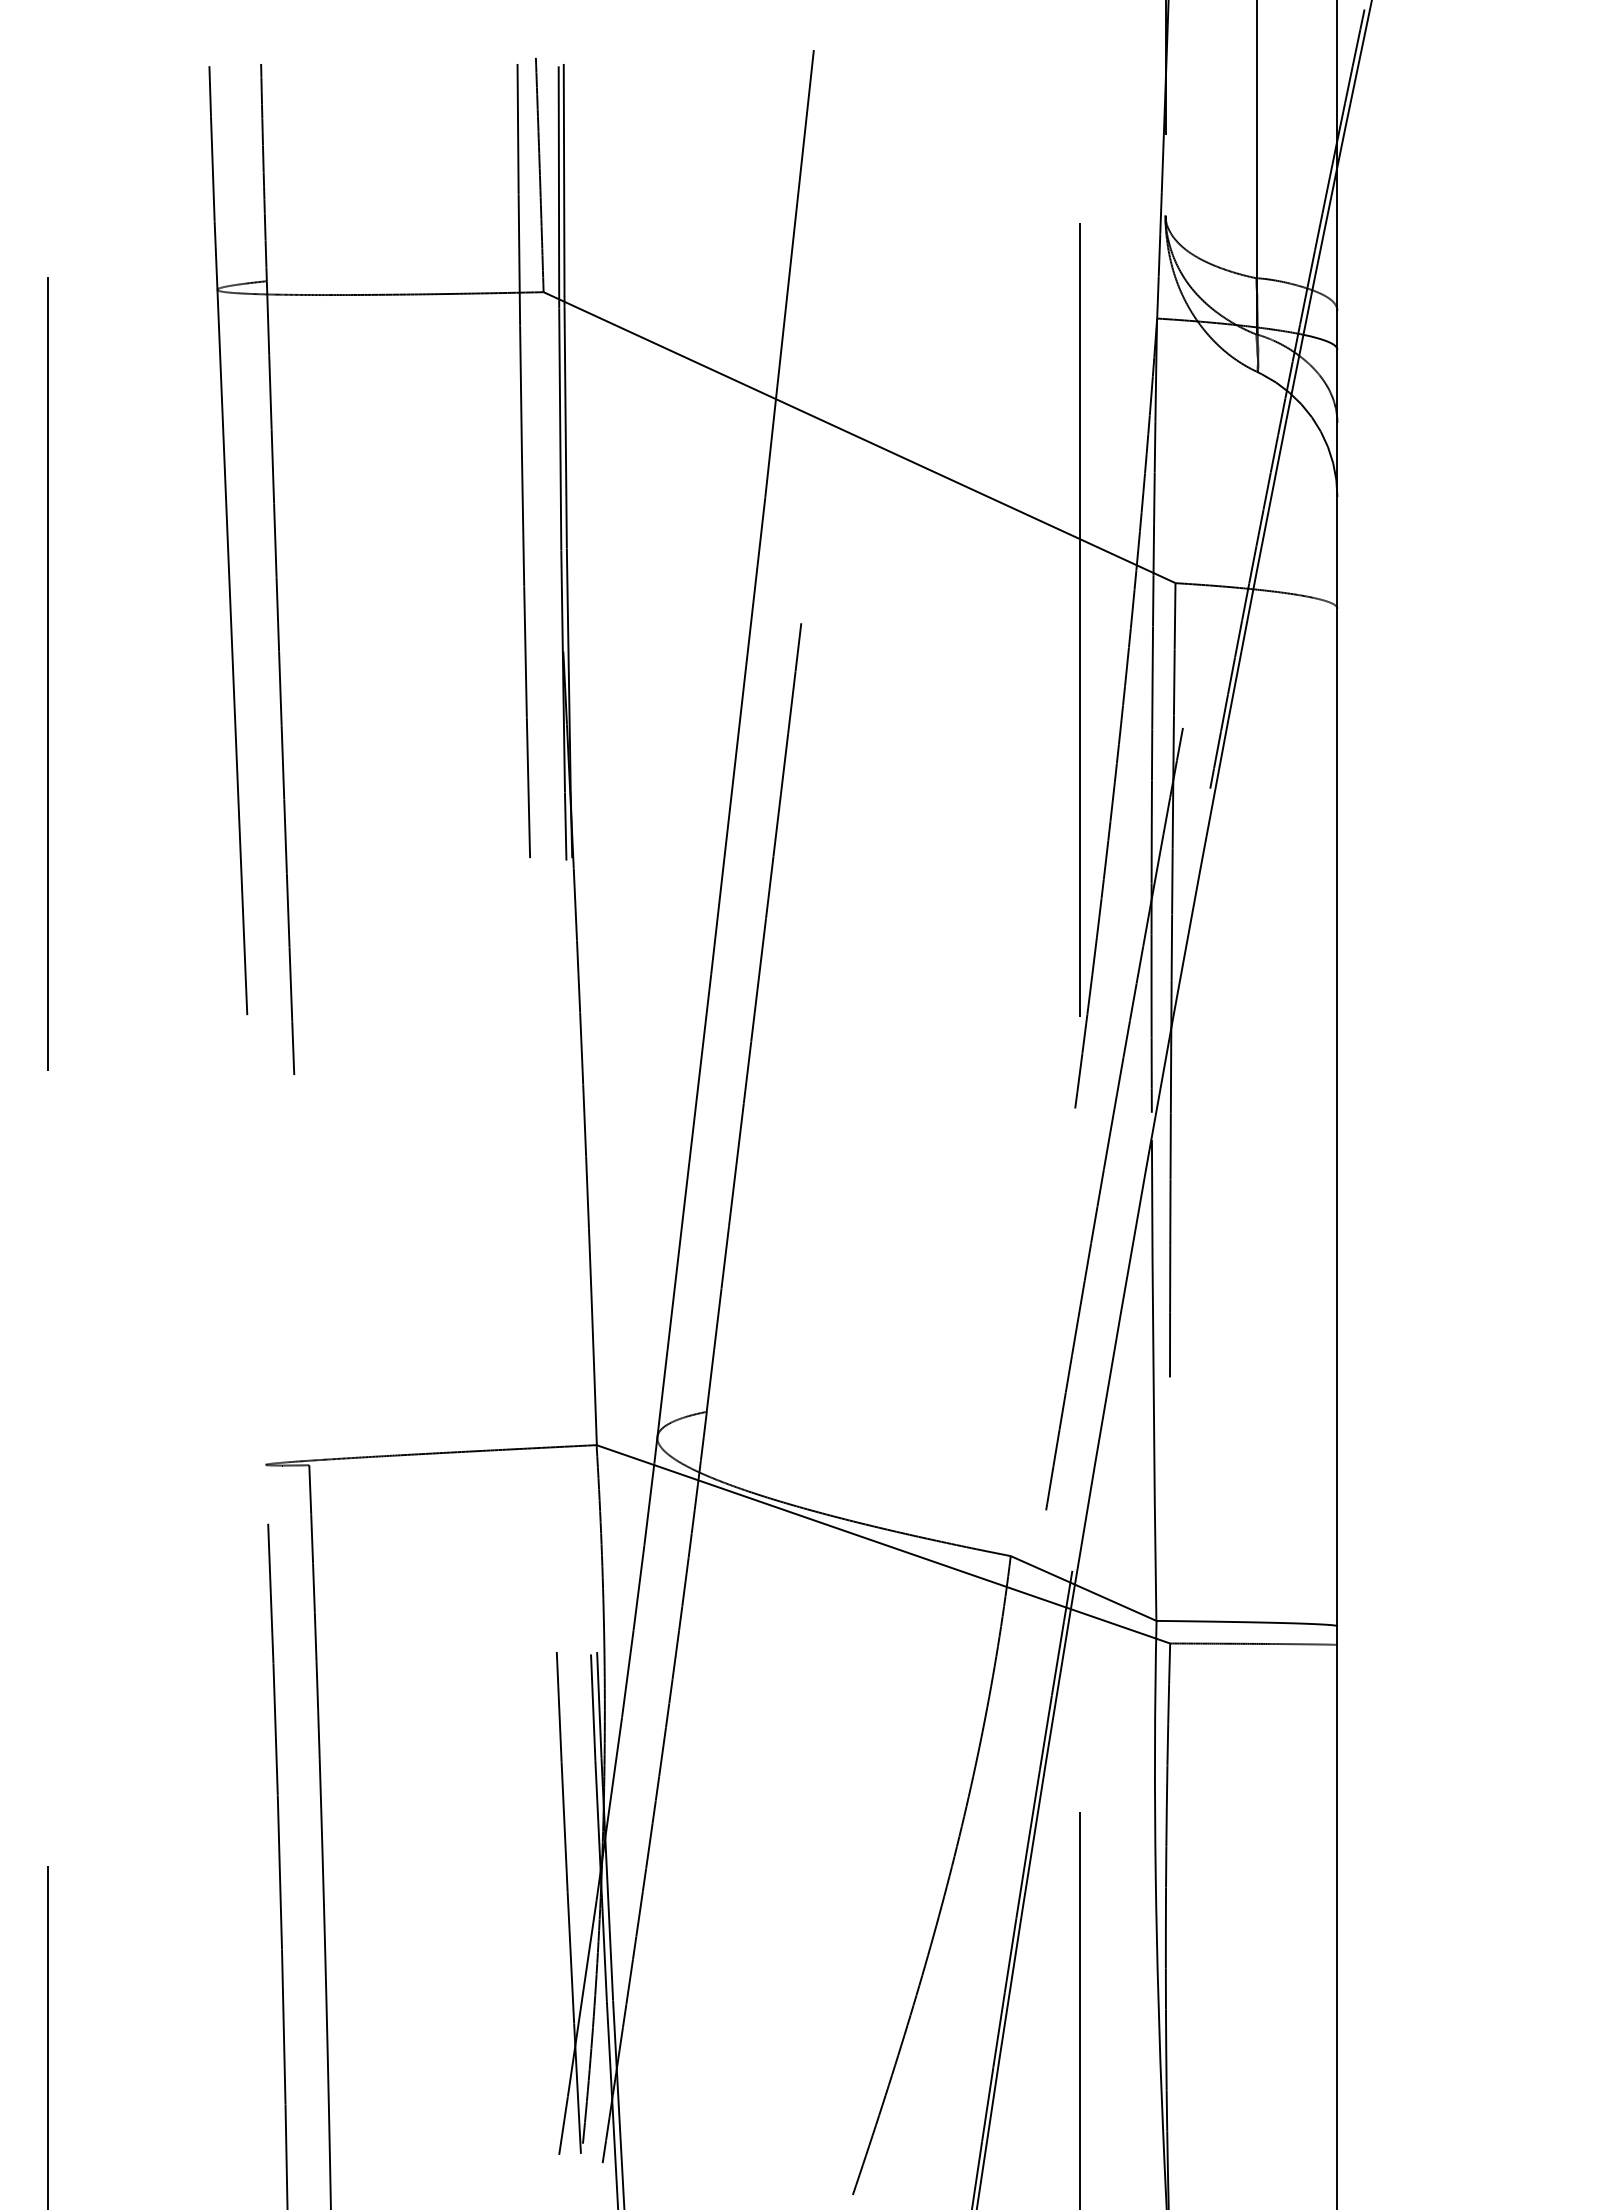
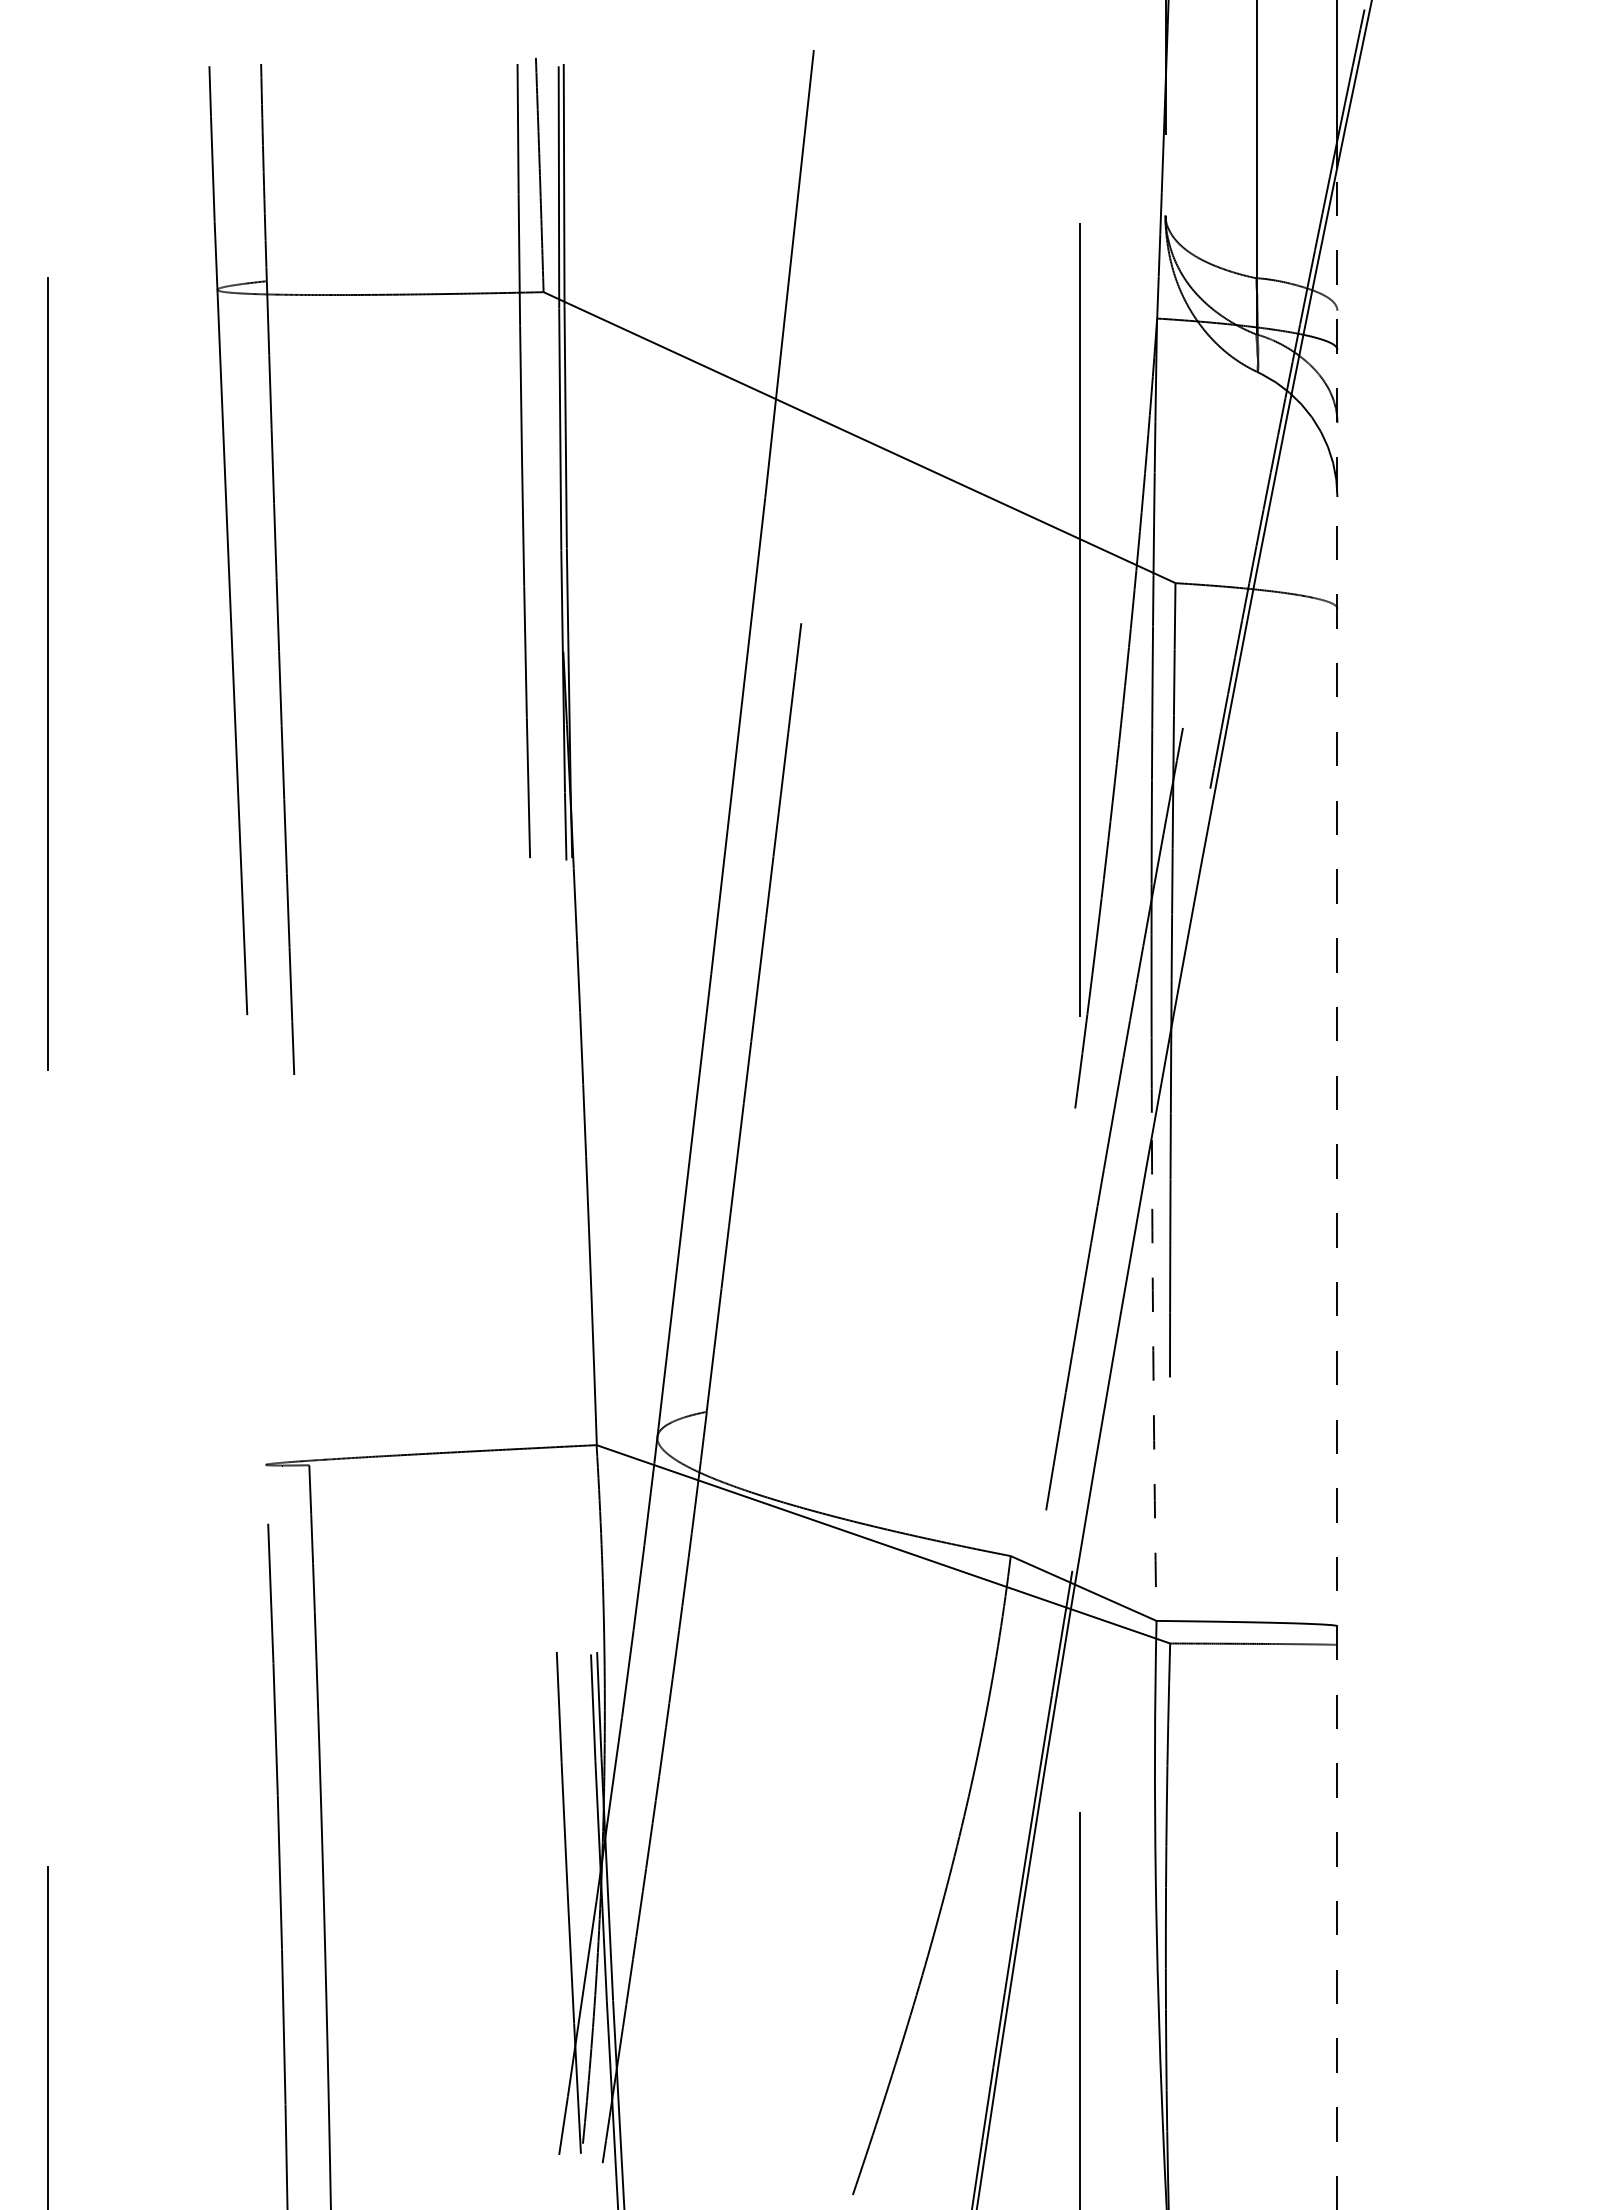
line at (1337, 1188): solid -> dashed
arc at (1153, 1380): solid -> dashed
